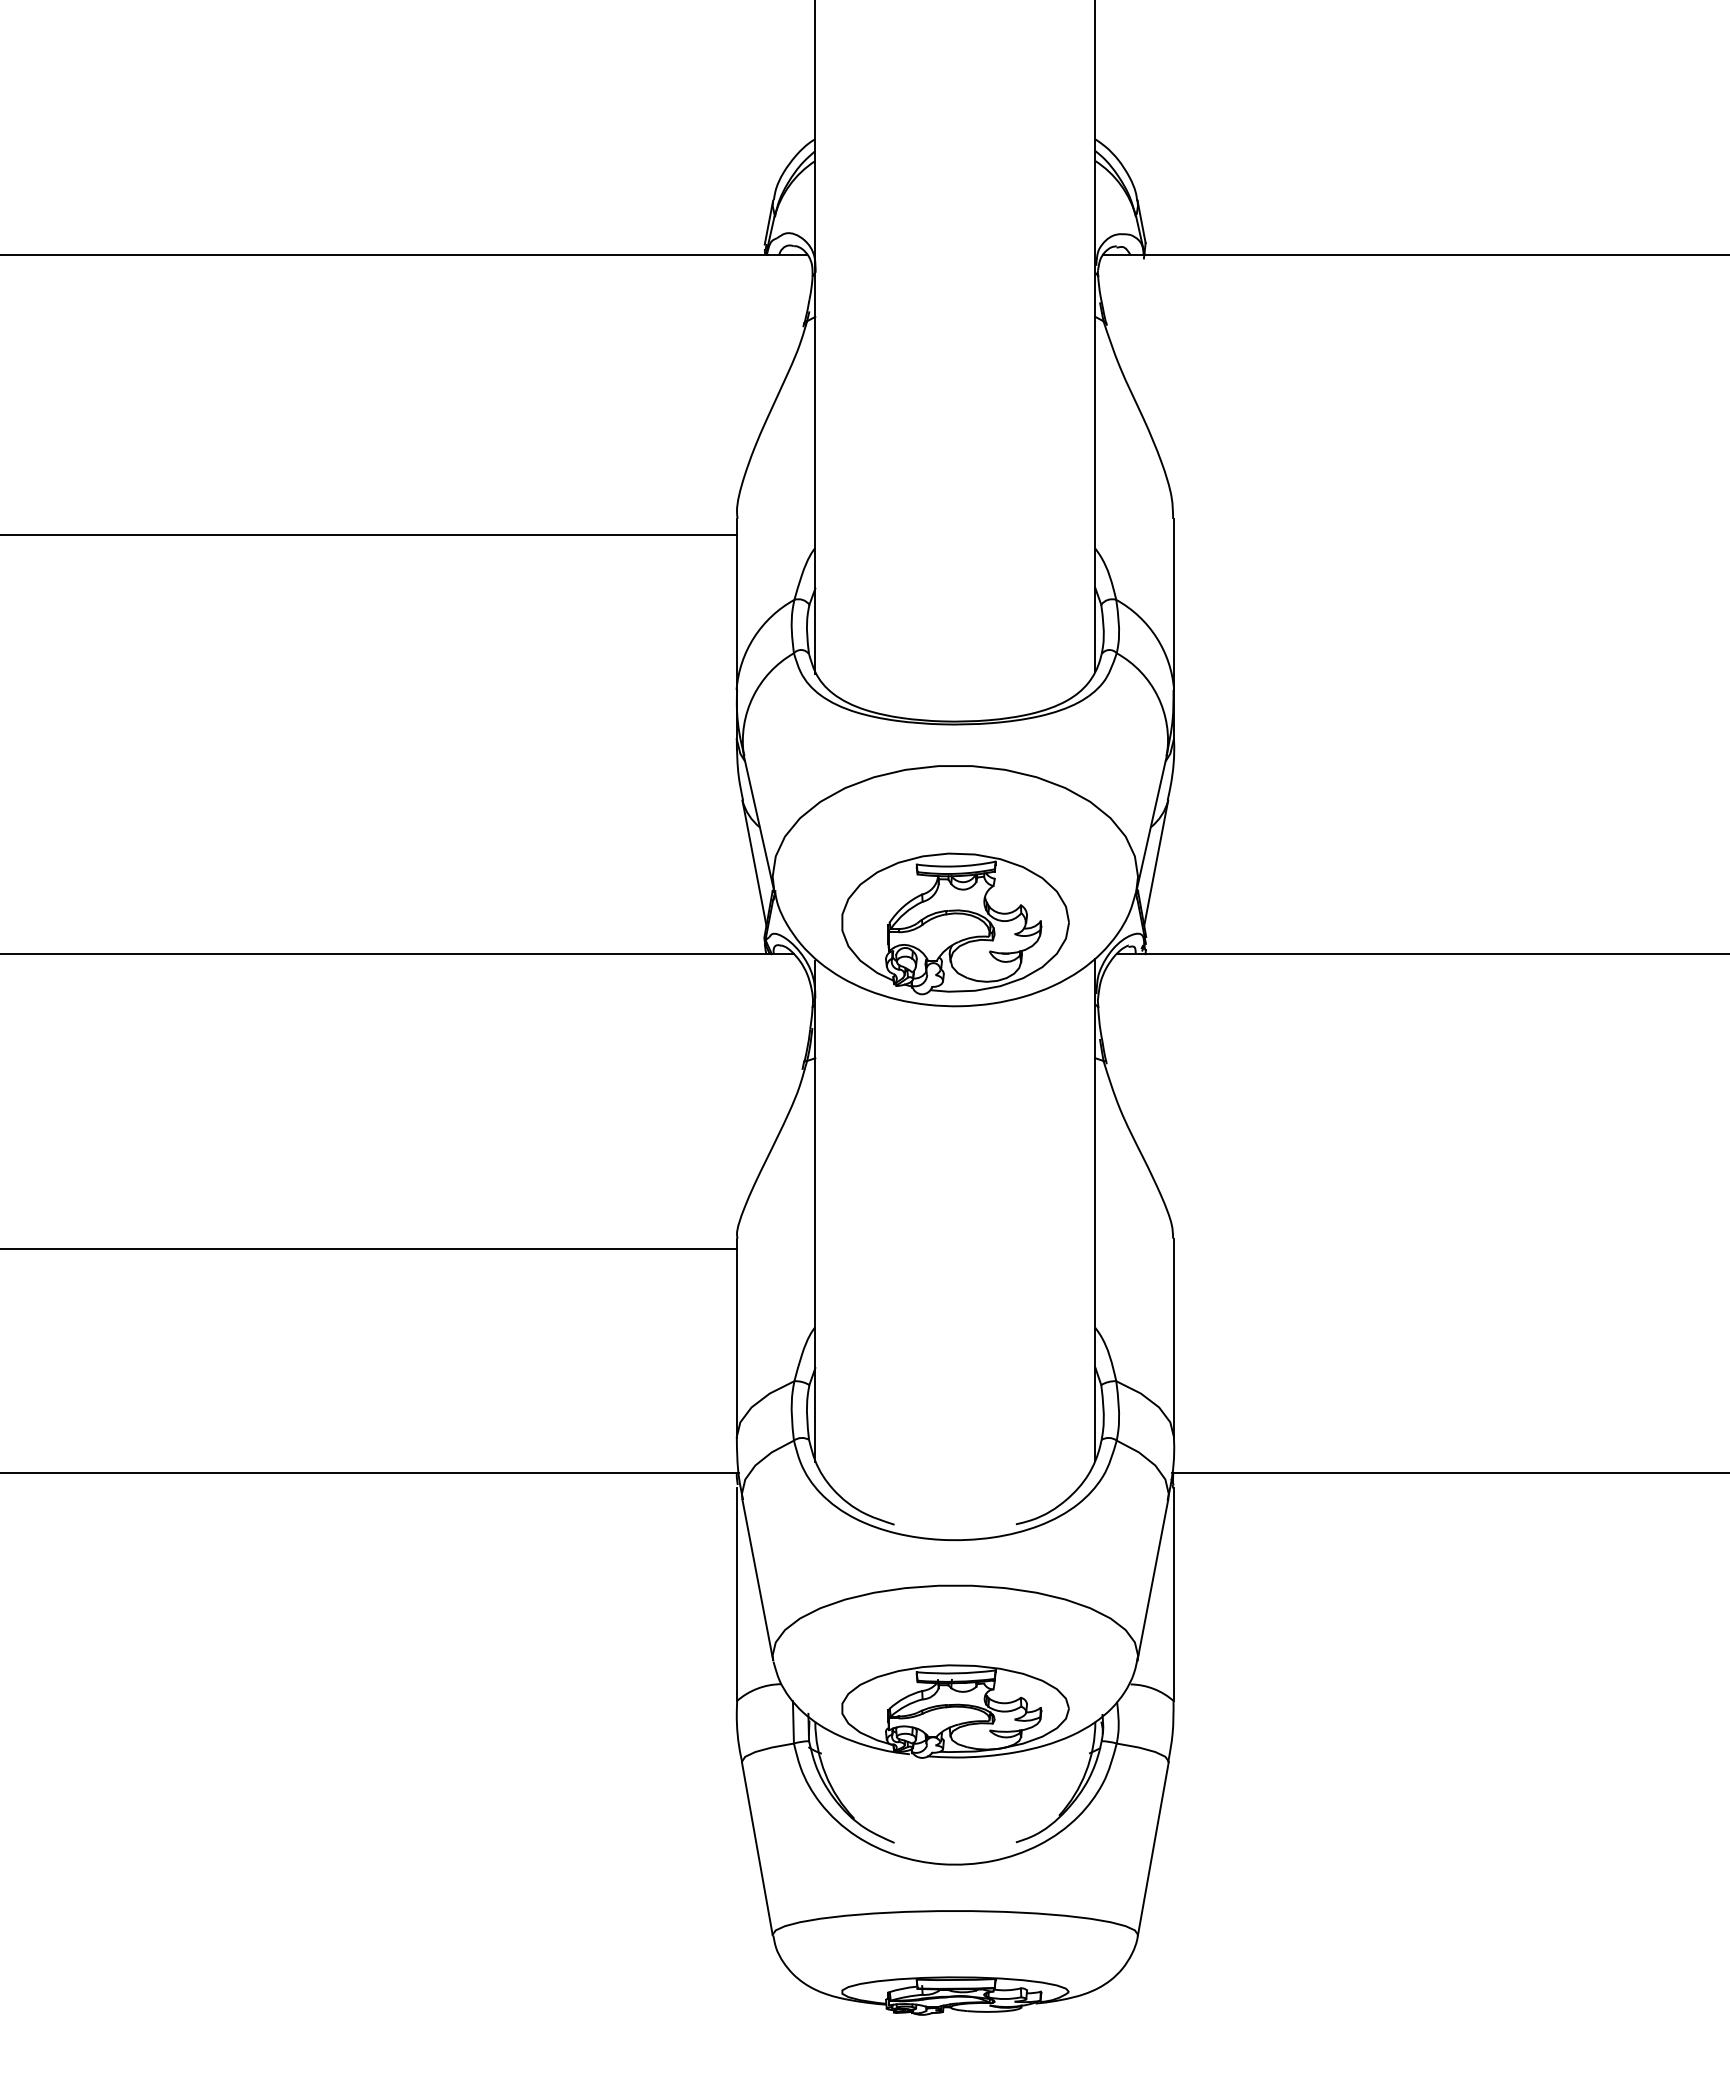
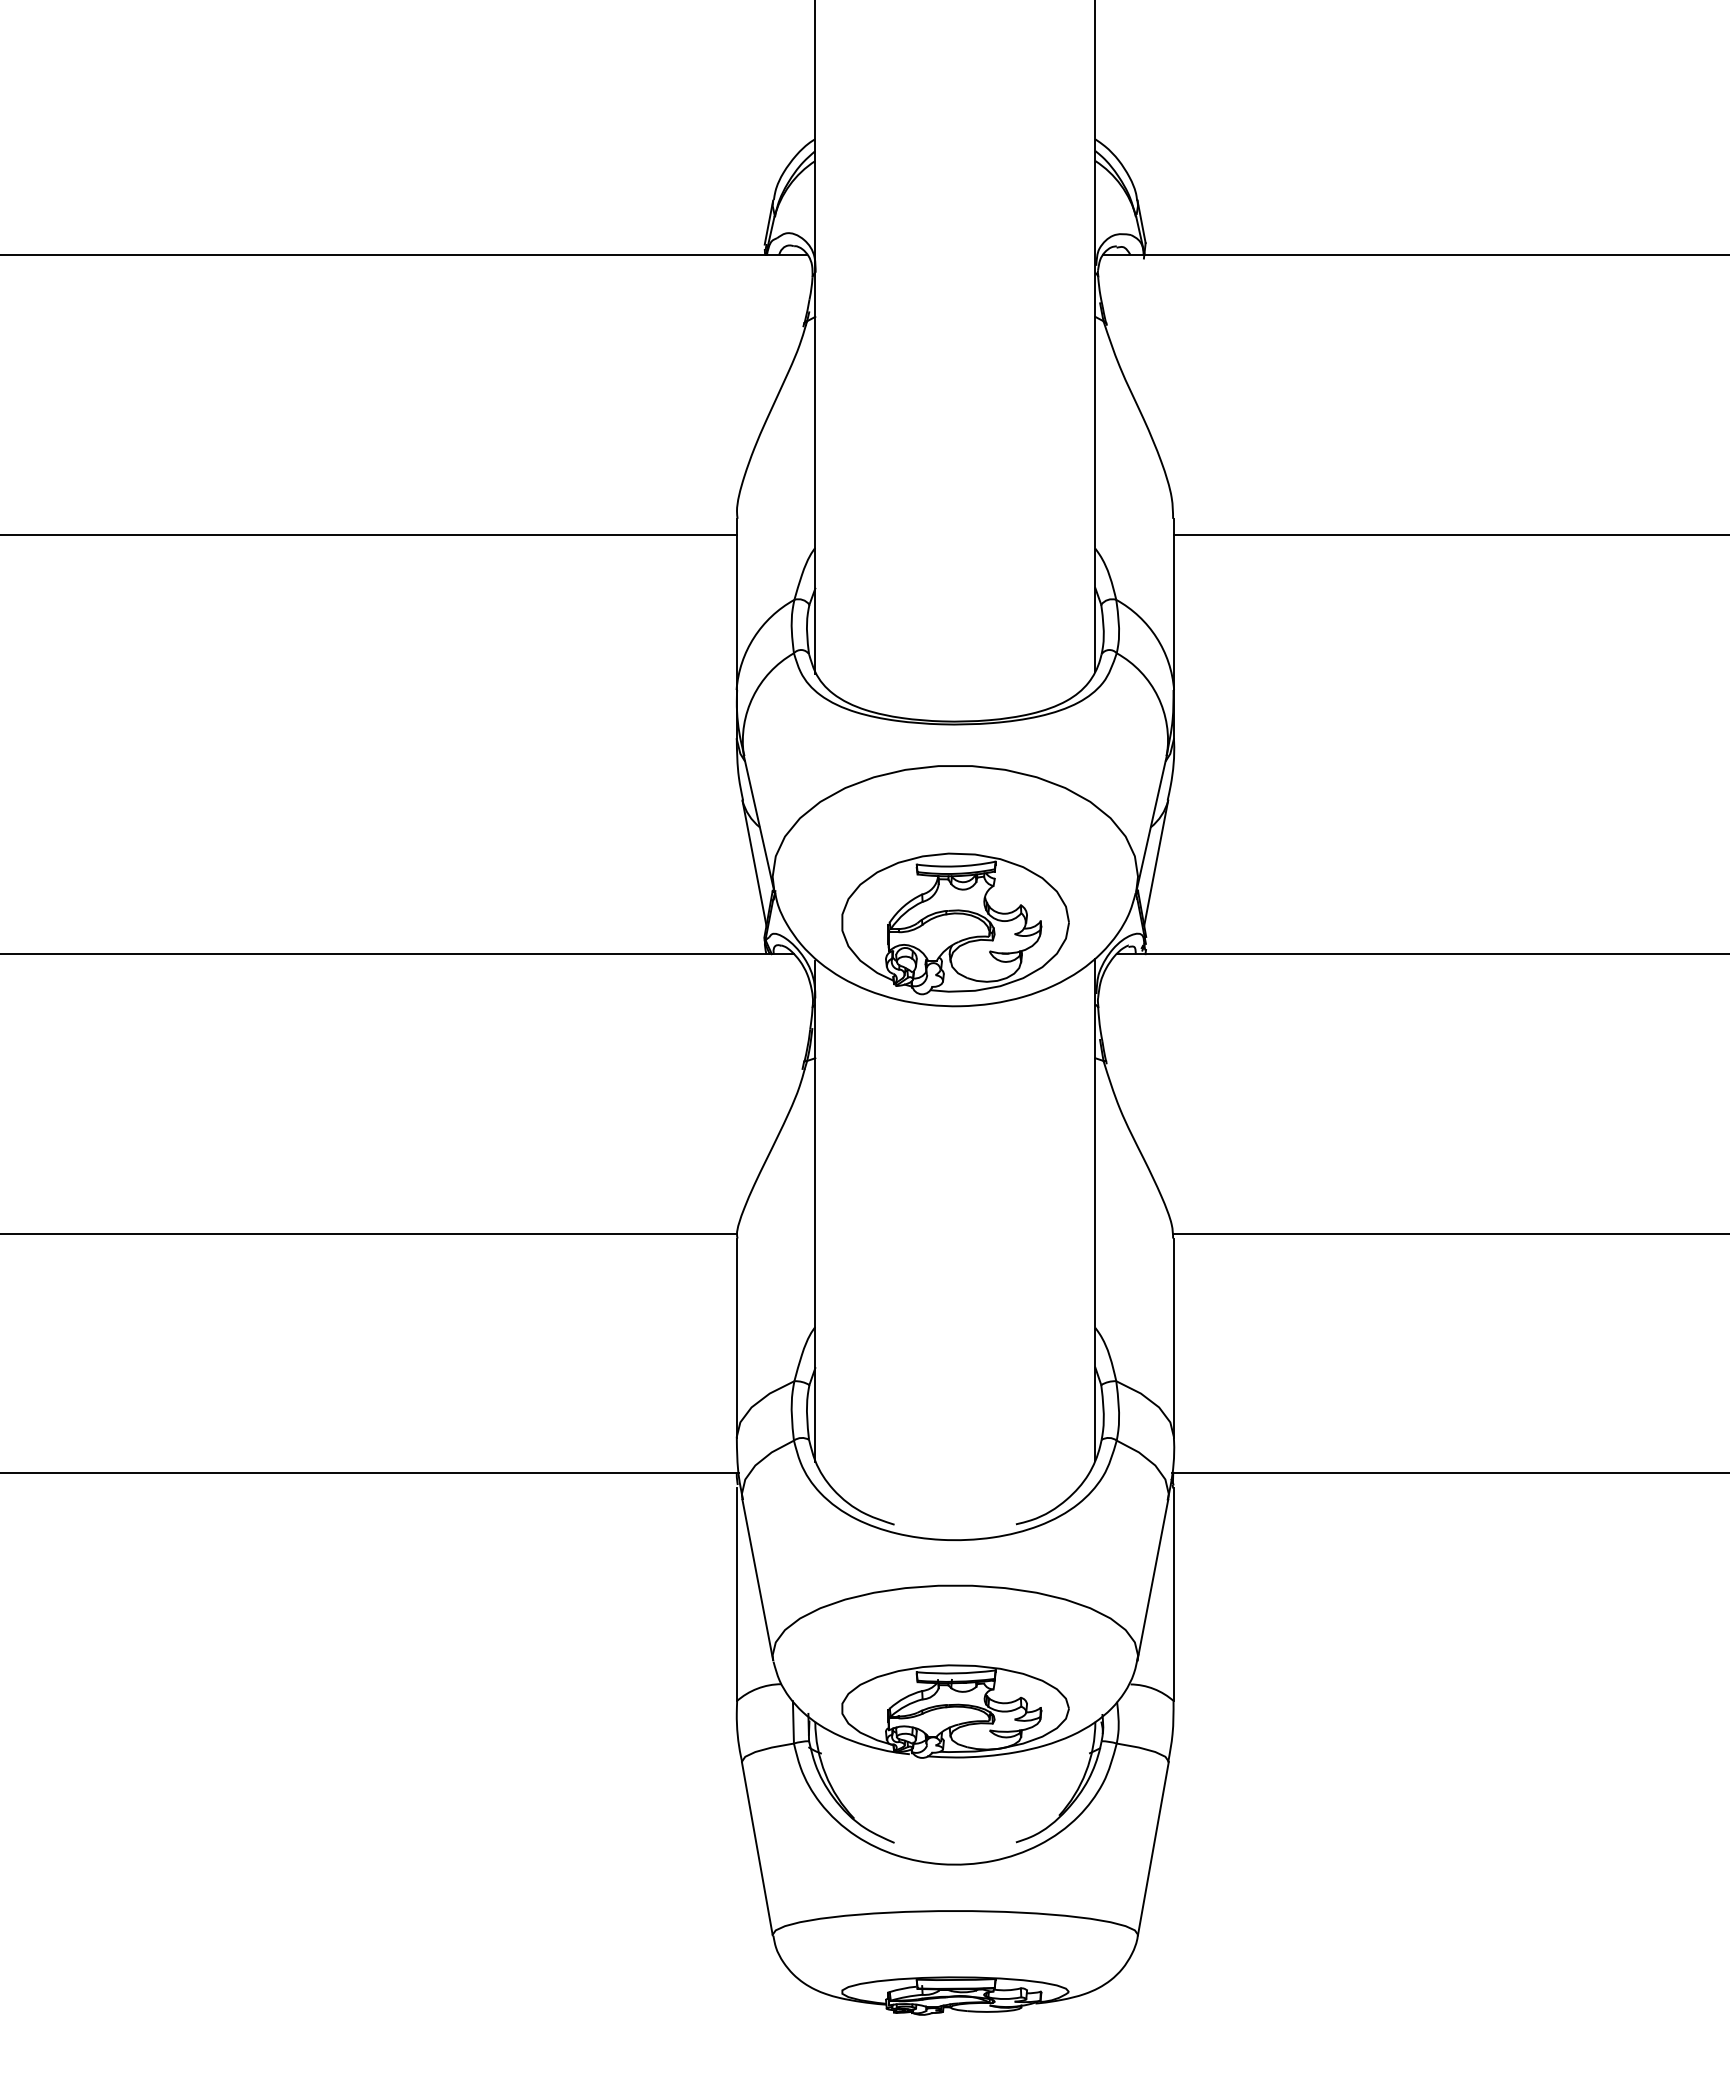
line at (1450, 534): none -> present
line at (1449, 1234): none -> present
line at (369, 1249) position: (369, 1249) -> (369, 1234)
